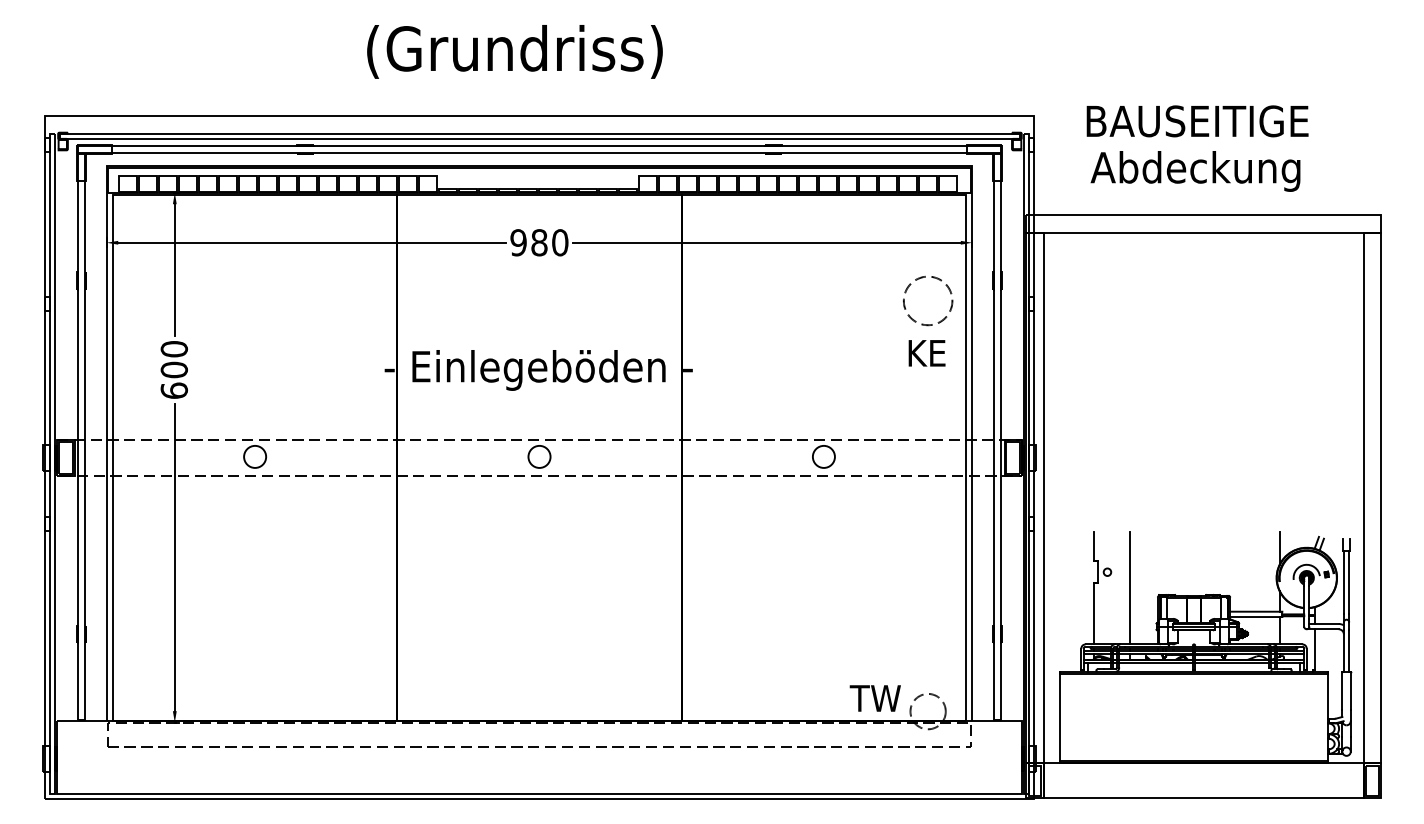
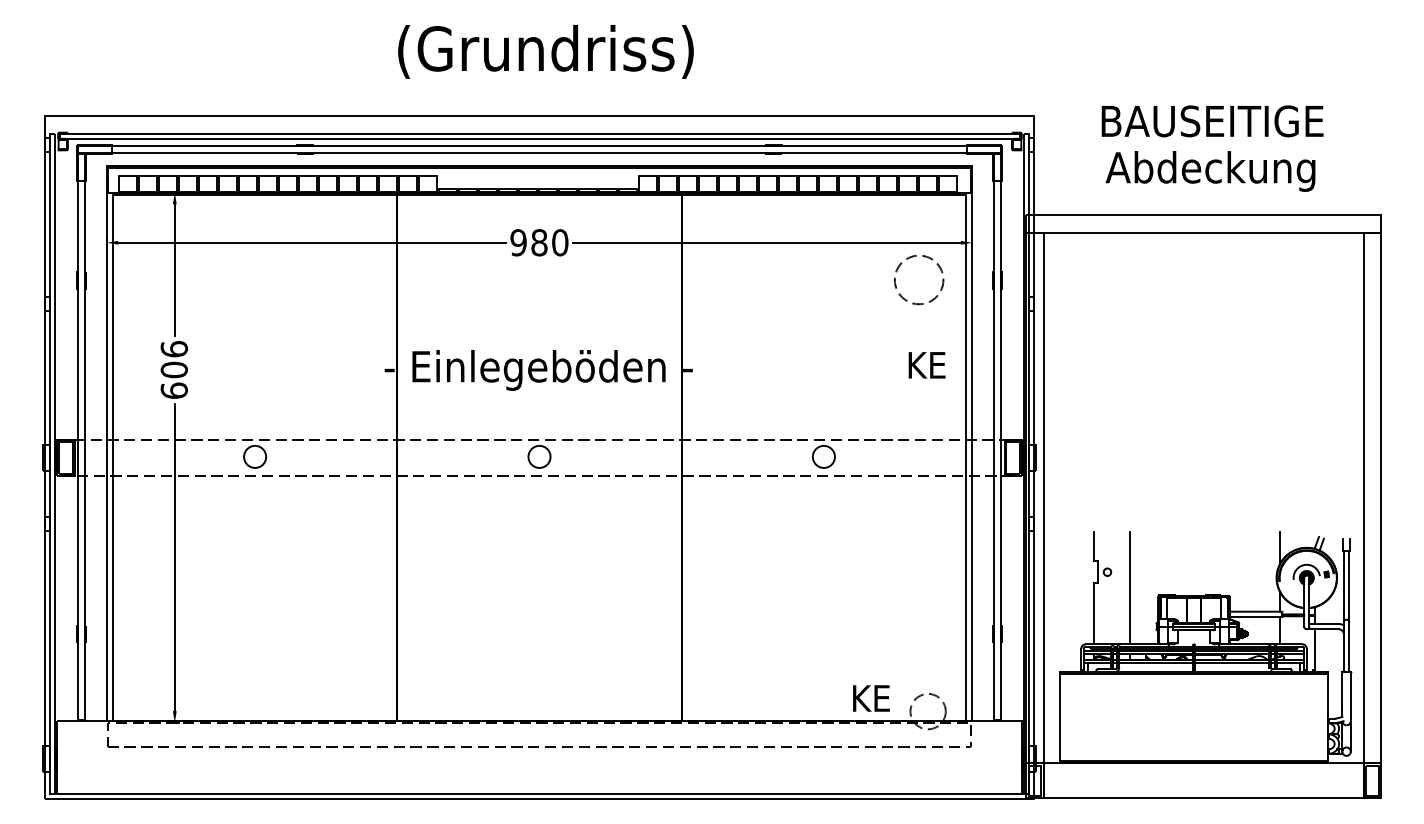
text at (514, 51) position: (514, 51) -> (545, 51)
text at (1197, 148) position: (1197, 148) -> (1212, 148)
circle at (928, 300) position: (928, 300) -> (919, 279)
text at (173, 348): 600 -> 606
text at (926, 353) position: (926, 353) -> (926, 365)
text at (874, 698): TW -> KE
